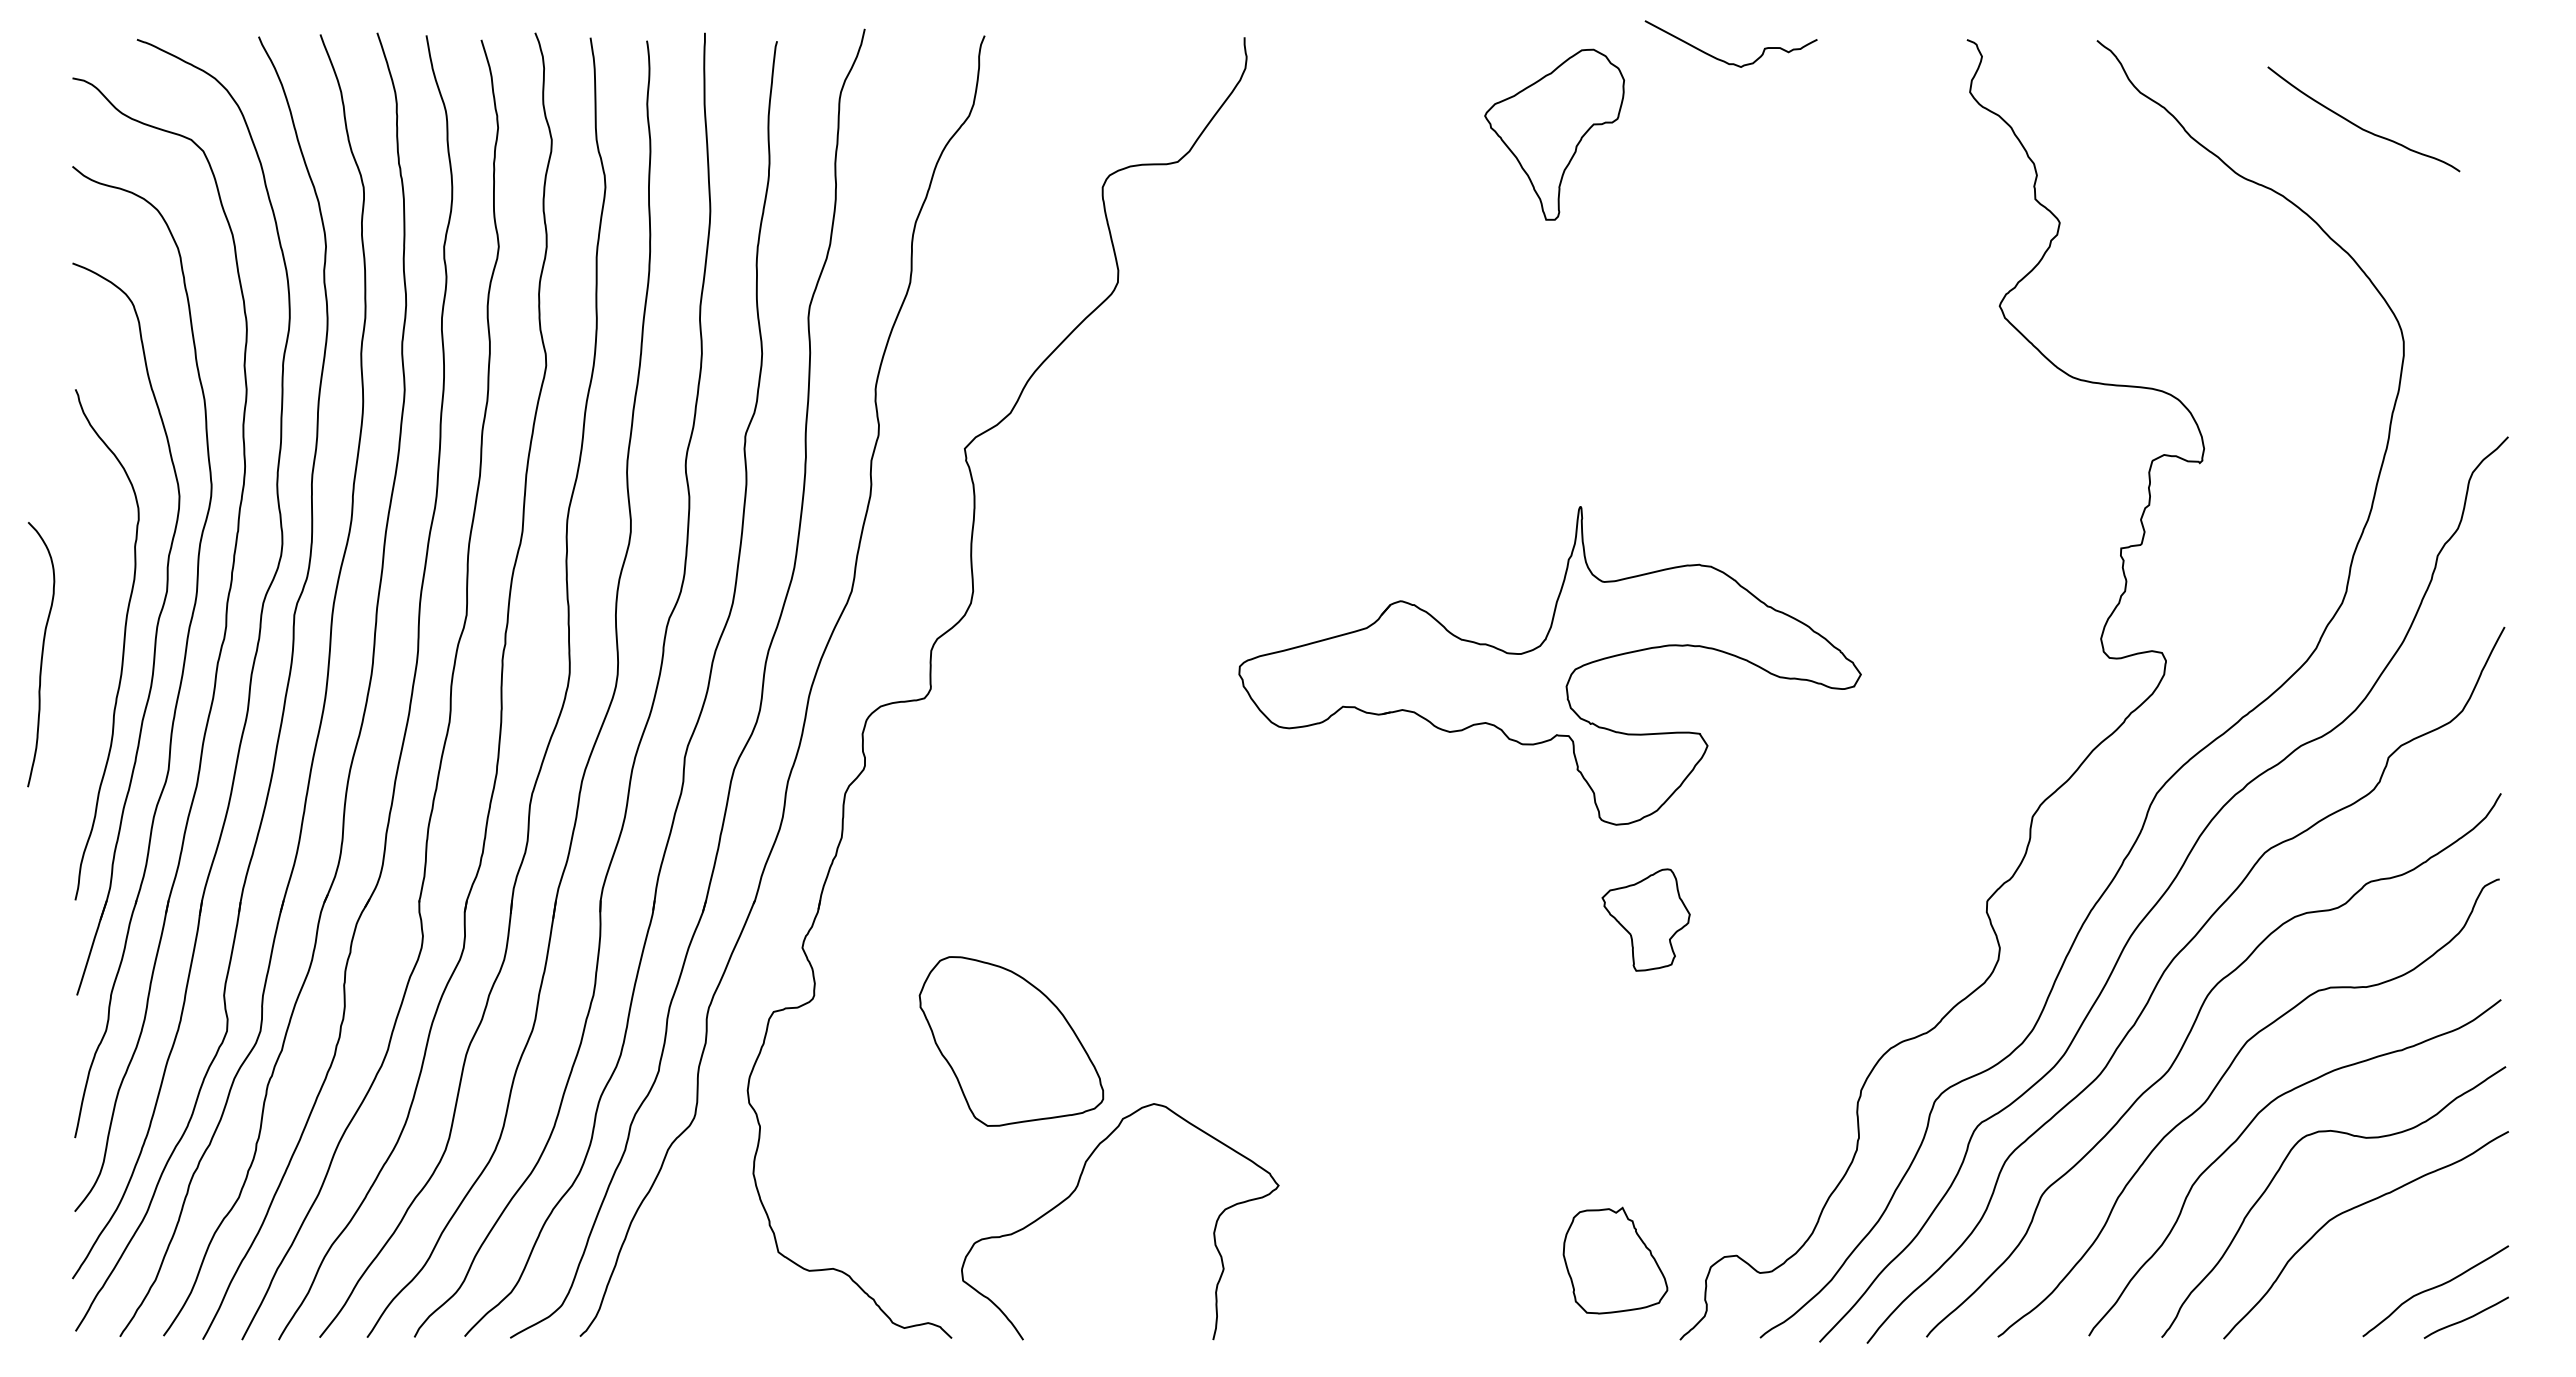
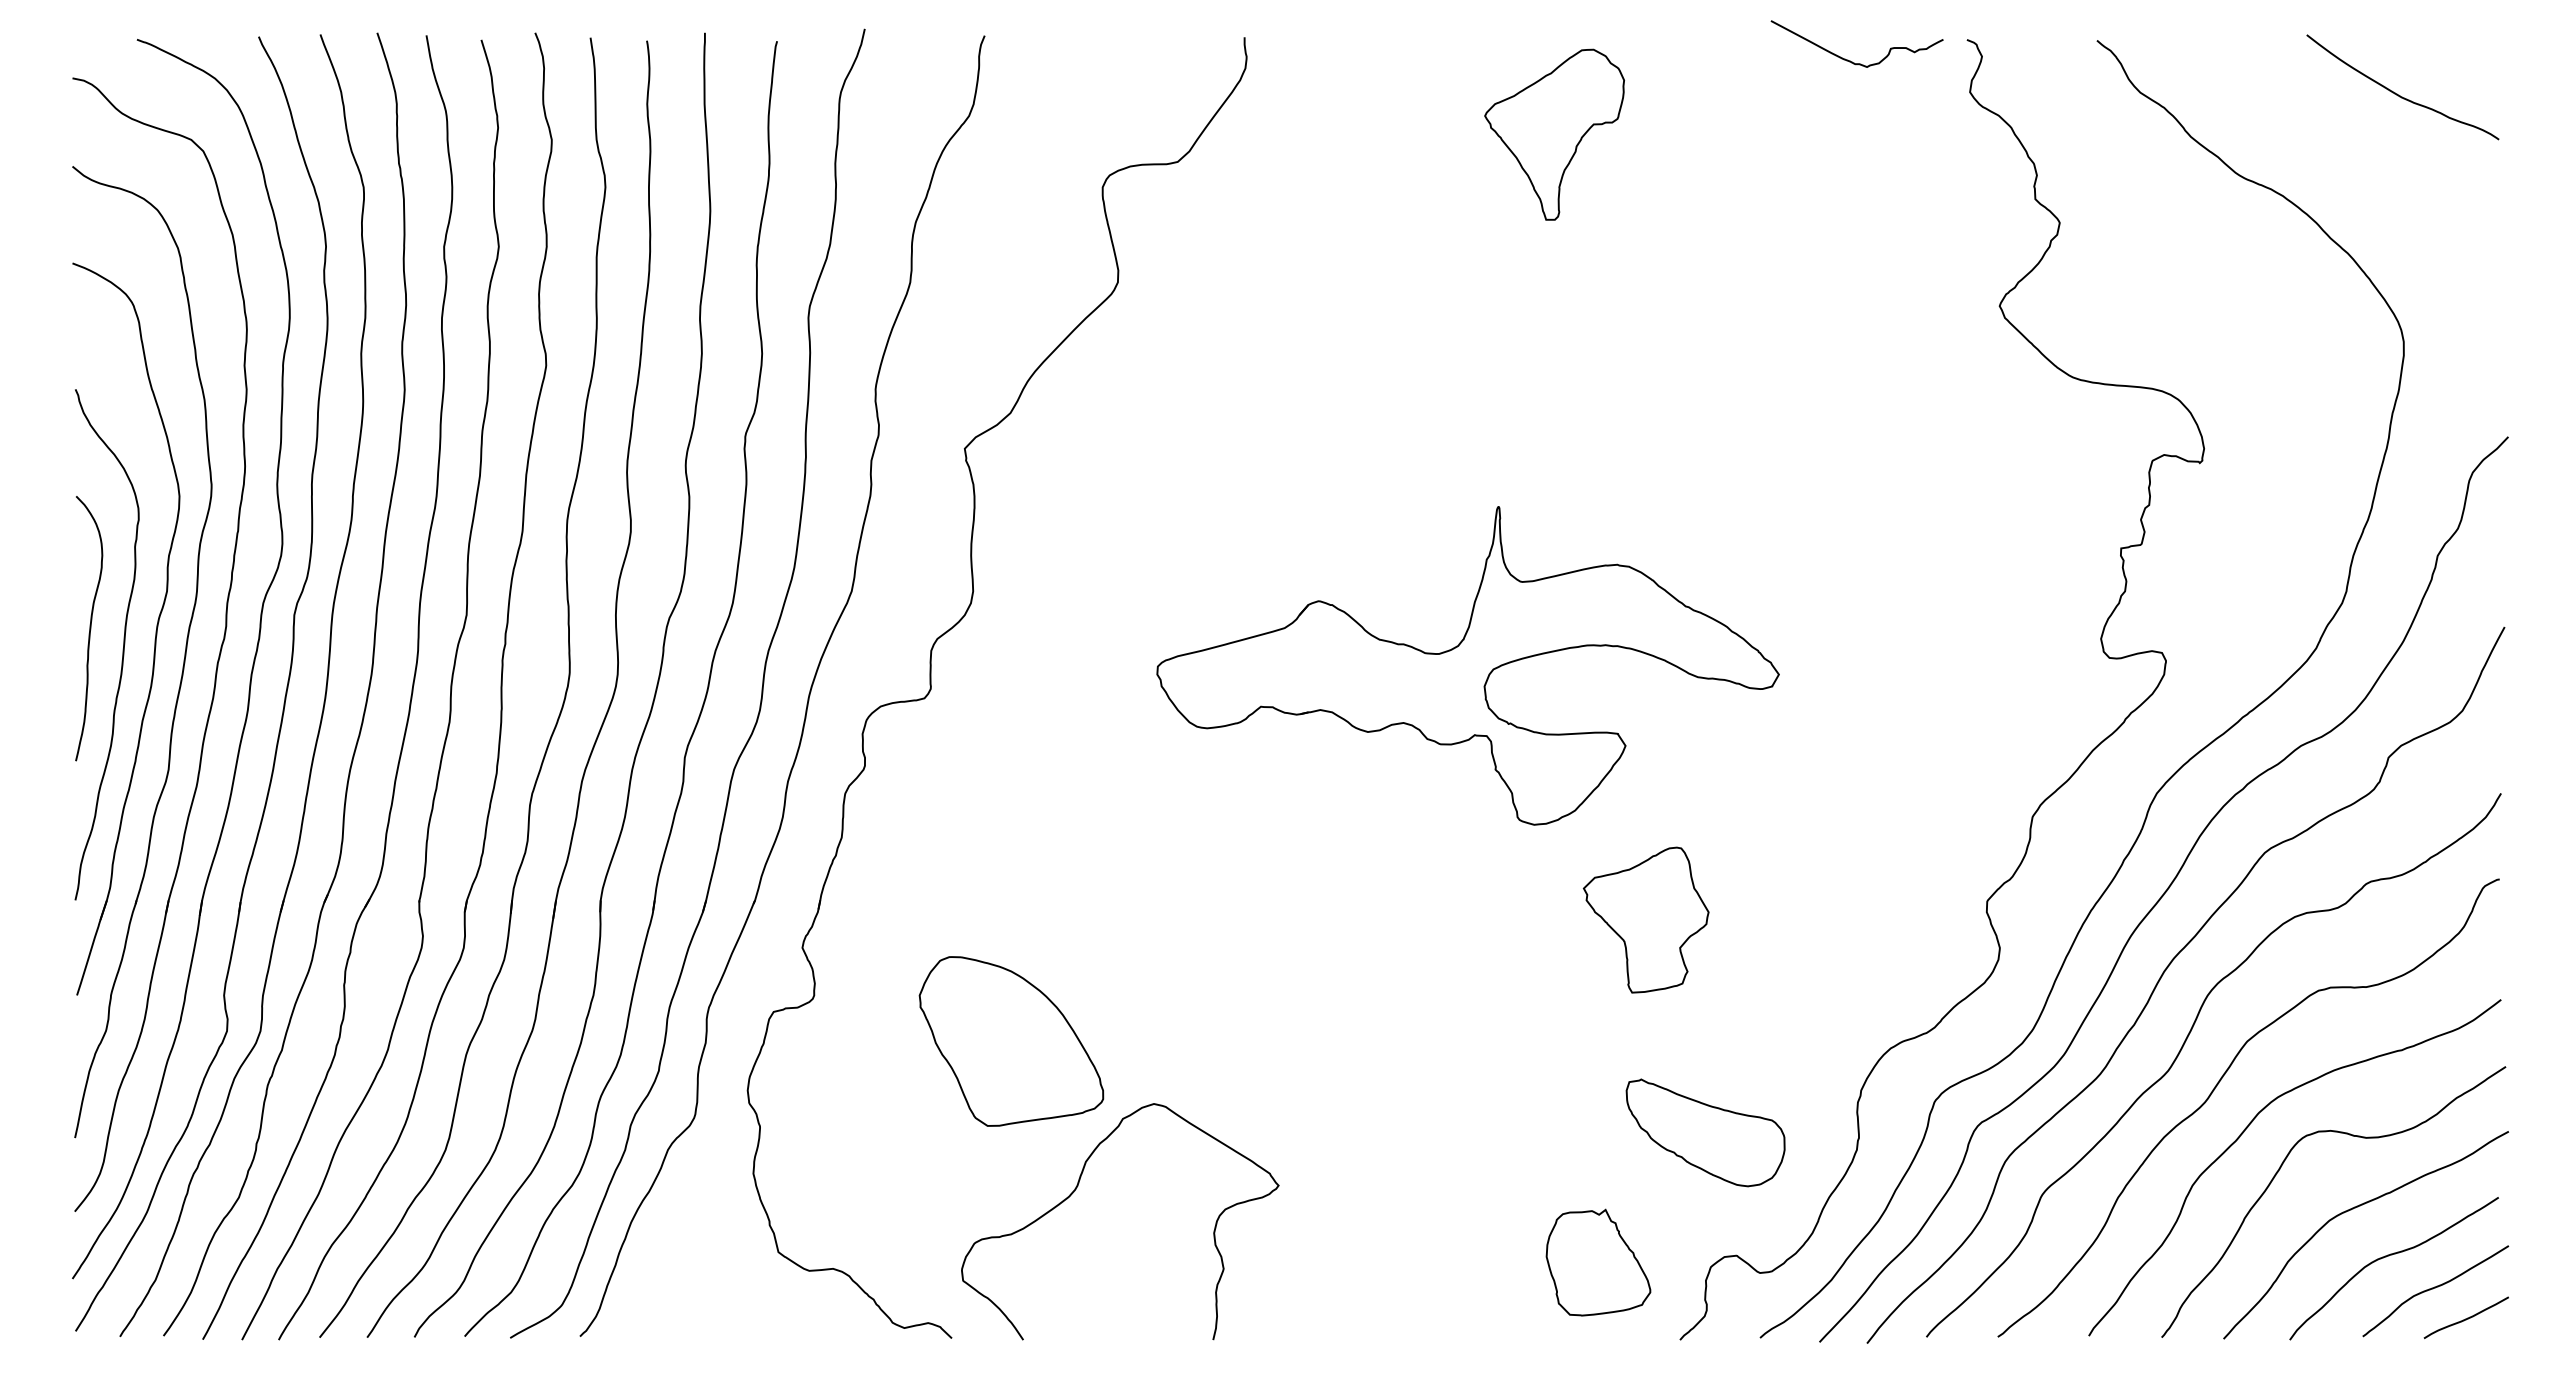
curve at (1724, 60) position: (1724, 60) -> (1850, 60)
curve at (2358, 125) position: (2358, 125) -> (2397, 93)
curve at (41, 654) position: (41, 654) -> (89, 628)
part at (1549, 665) position: (1549, 665) -> (1467, 665)
part at (1645, 919) size: 90x104 px -> 128x148 px
part at (1705, 1132): none -> present
curve at (2389, 1256): none -> present
part at (1615, 1260) position: (1615, 1260) -> (1598, 1262)
